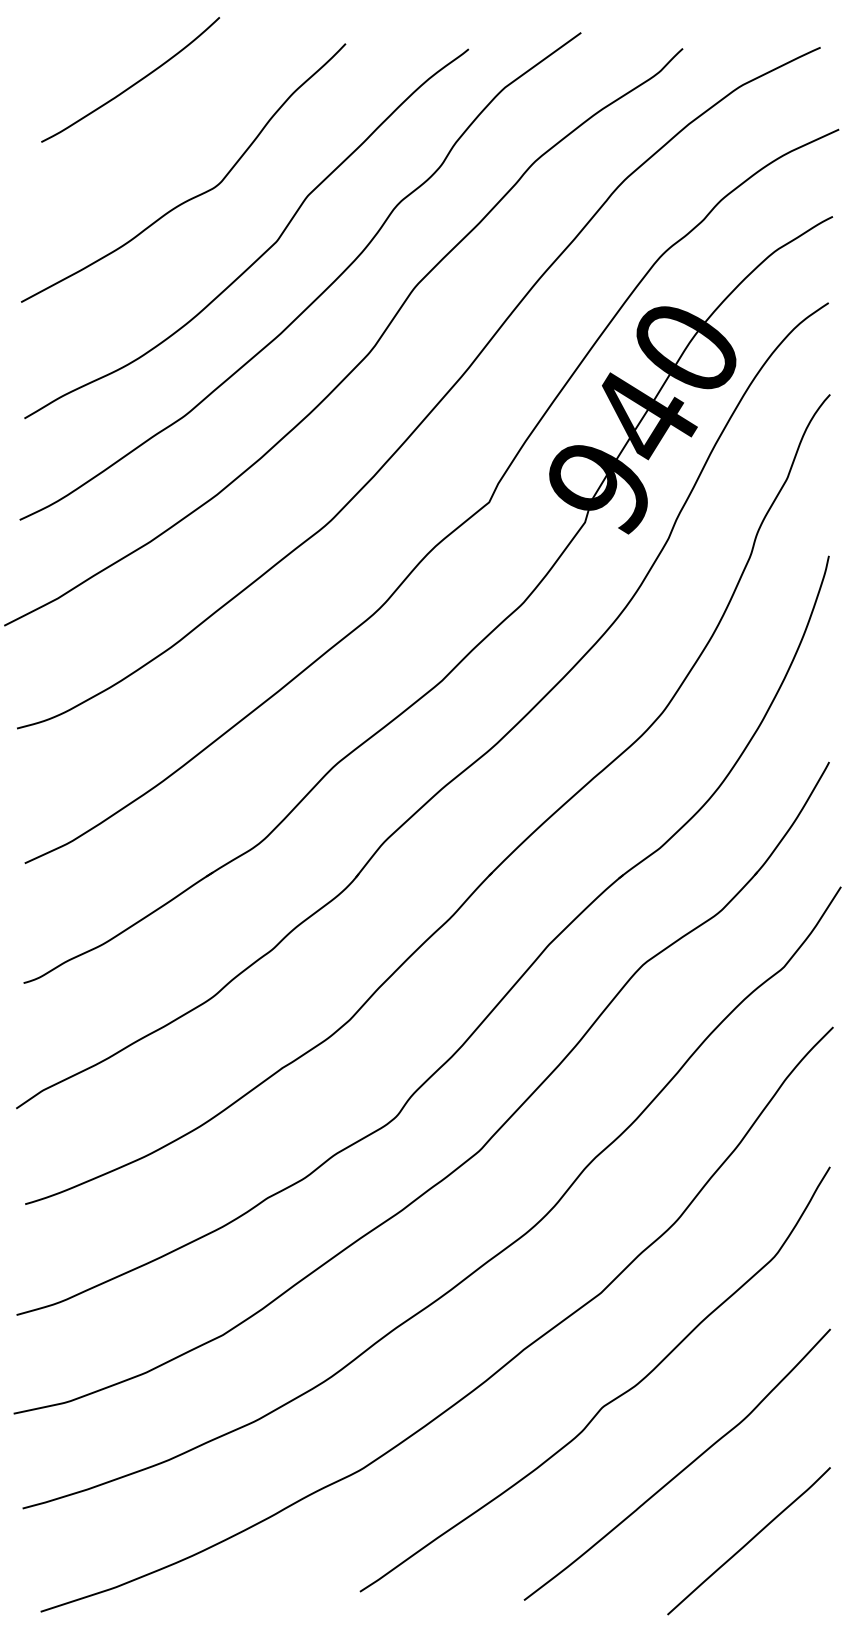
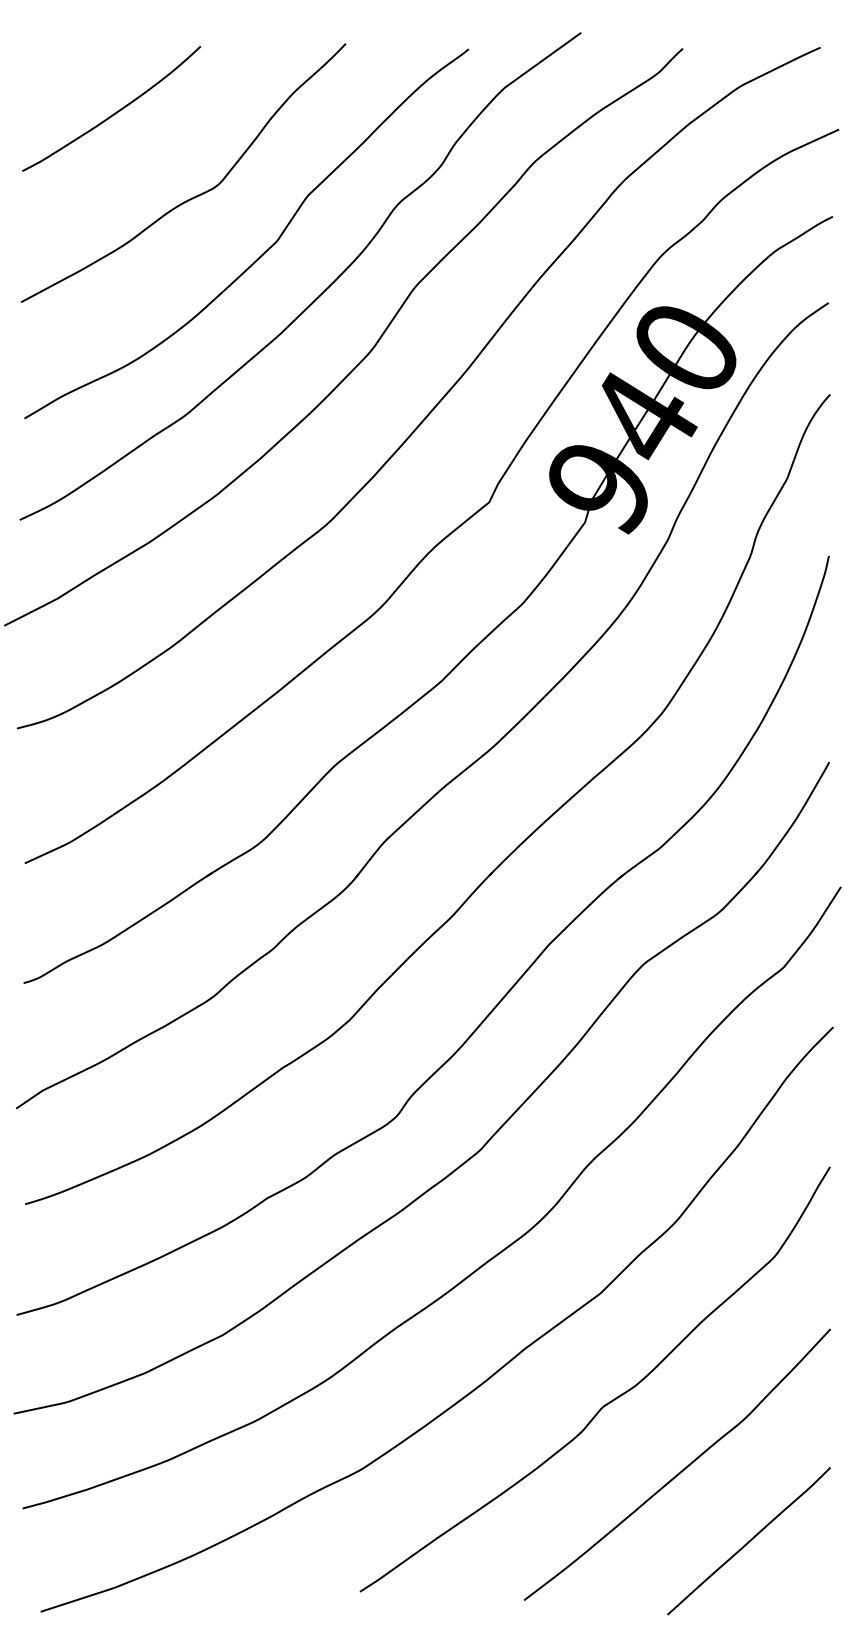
curve at (132, 84) position: (132, 84) -> (113, 113)
